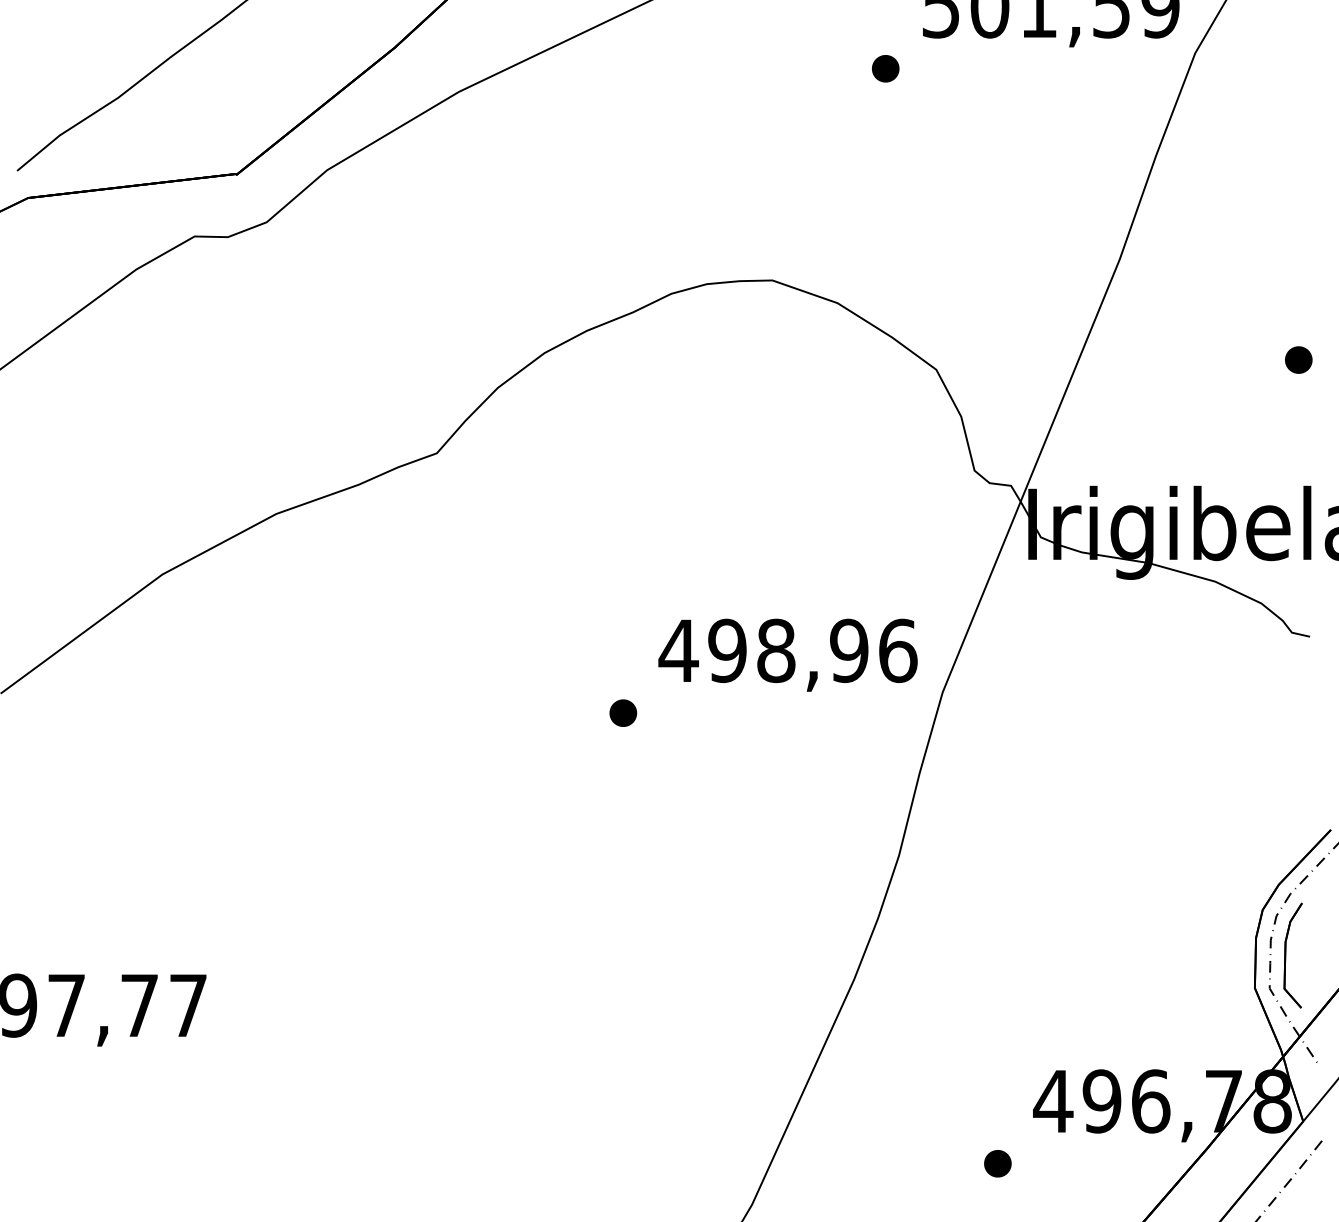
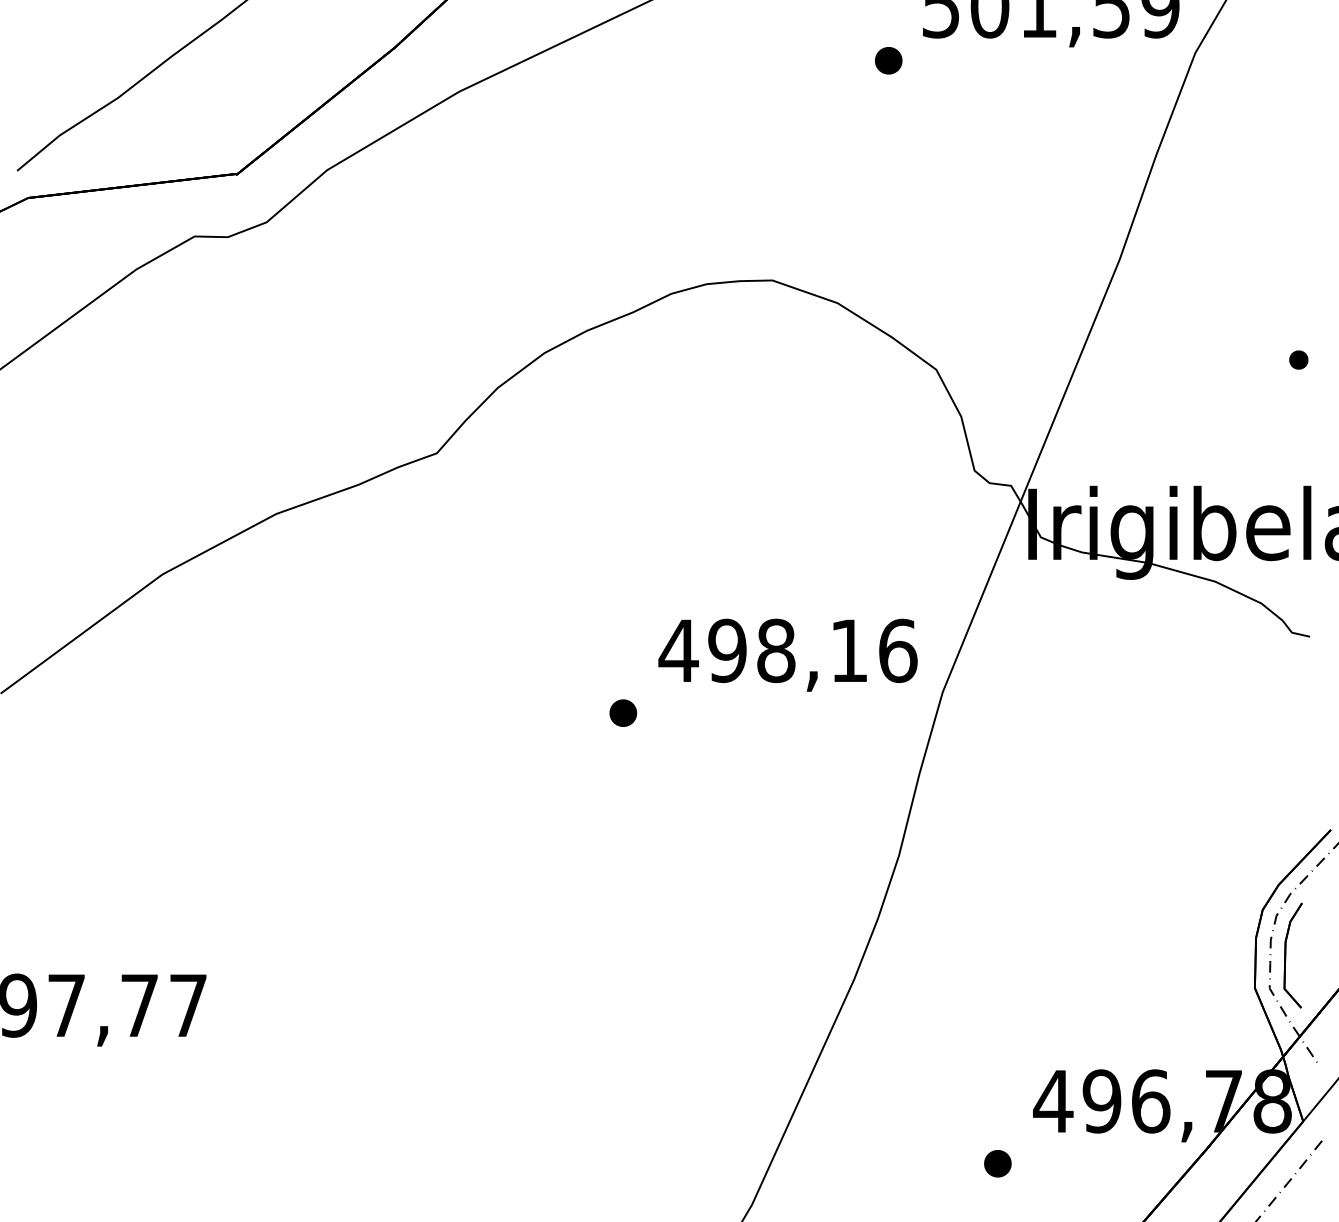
part at (885, 68) position: (885, 68) -> (888, 60)
part at (1298, 359) size: 28x28 px -> 20x20 px
text at (849, 650): 498,96 -> 498,16
